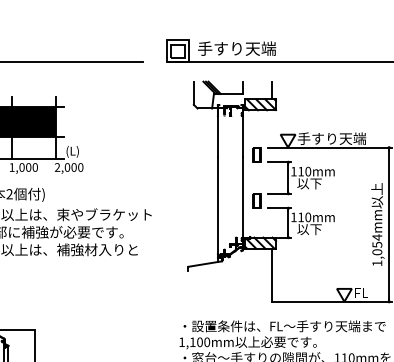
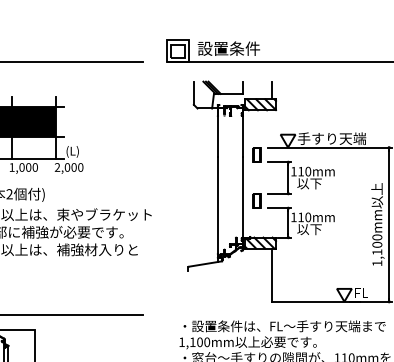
text at (236, 48): 手すり天端 -> 設置条件
text at (377, 244): 1,054mm -> 1,100mm
line at (72, 314): none -> present
